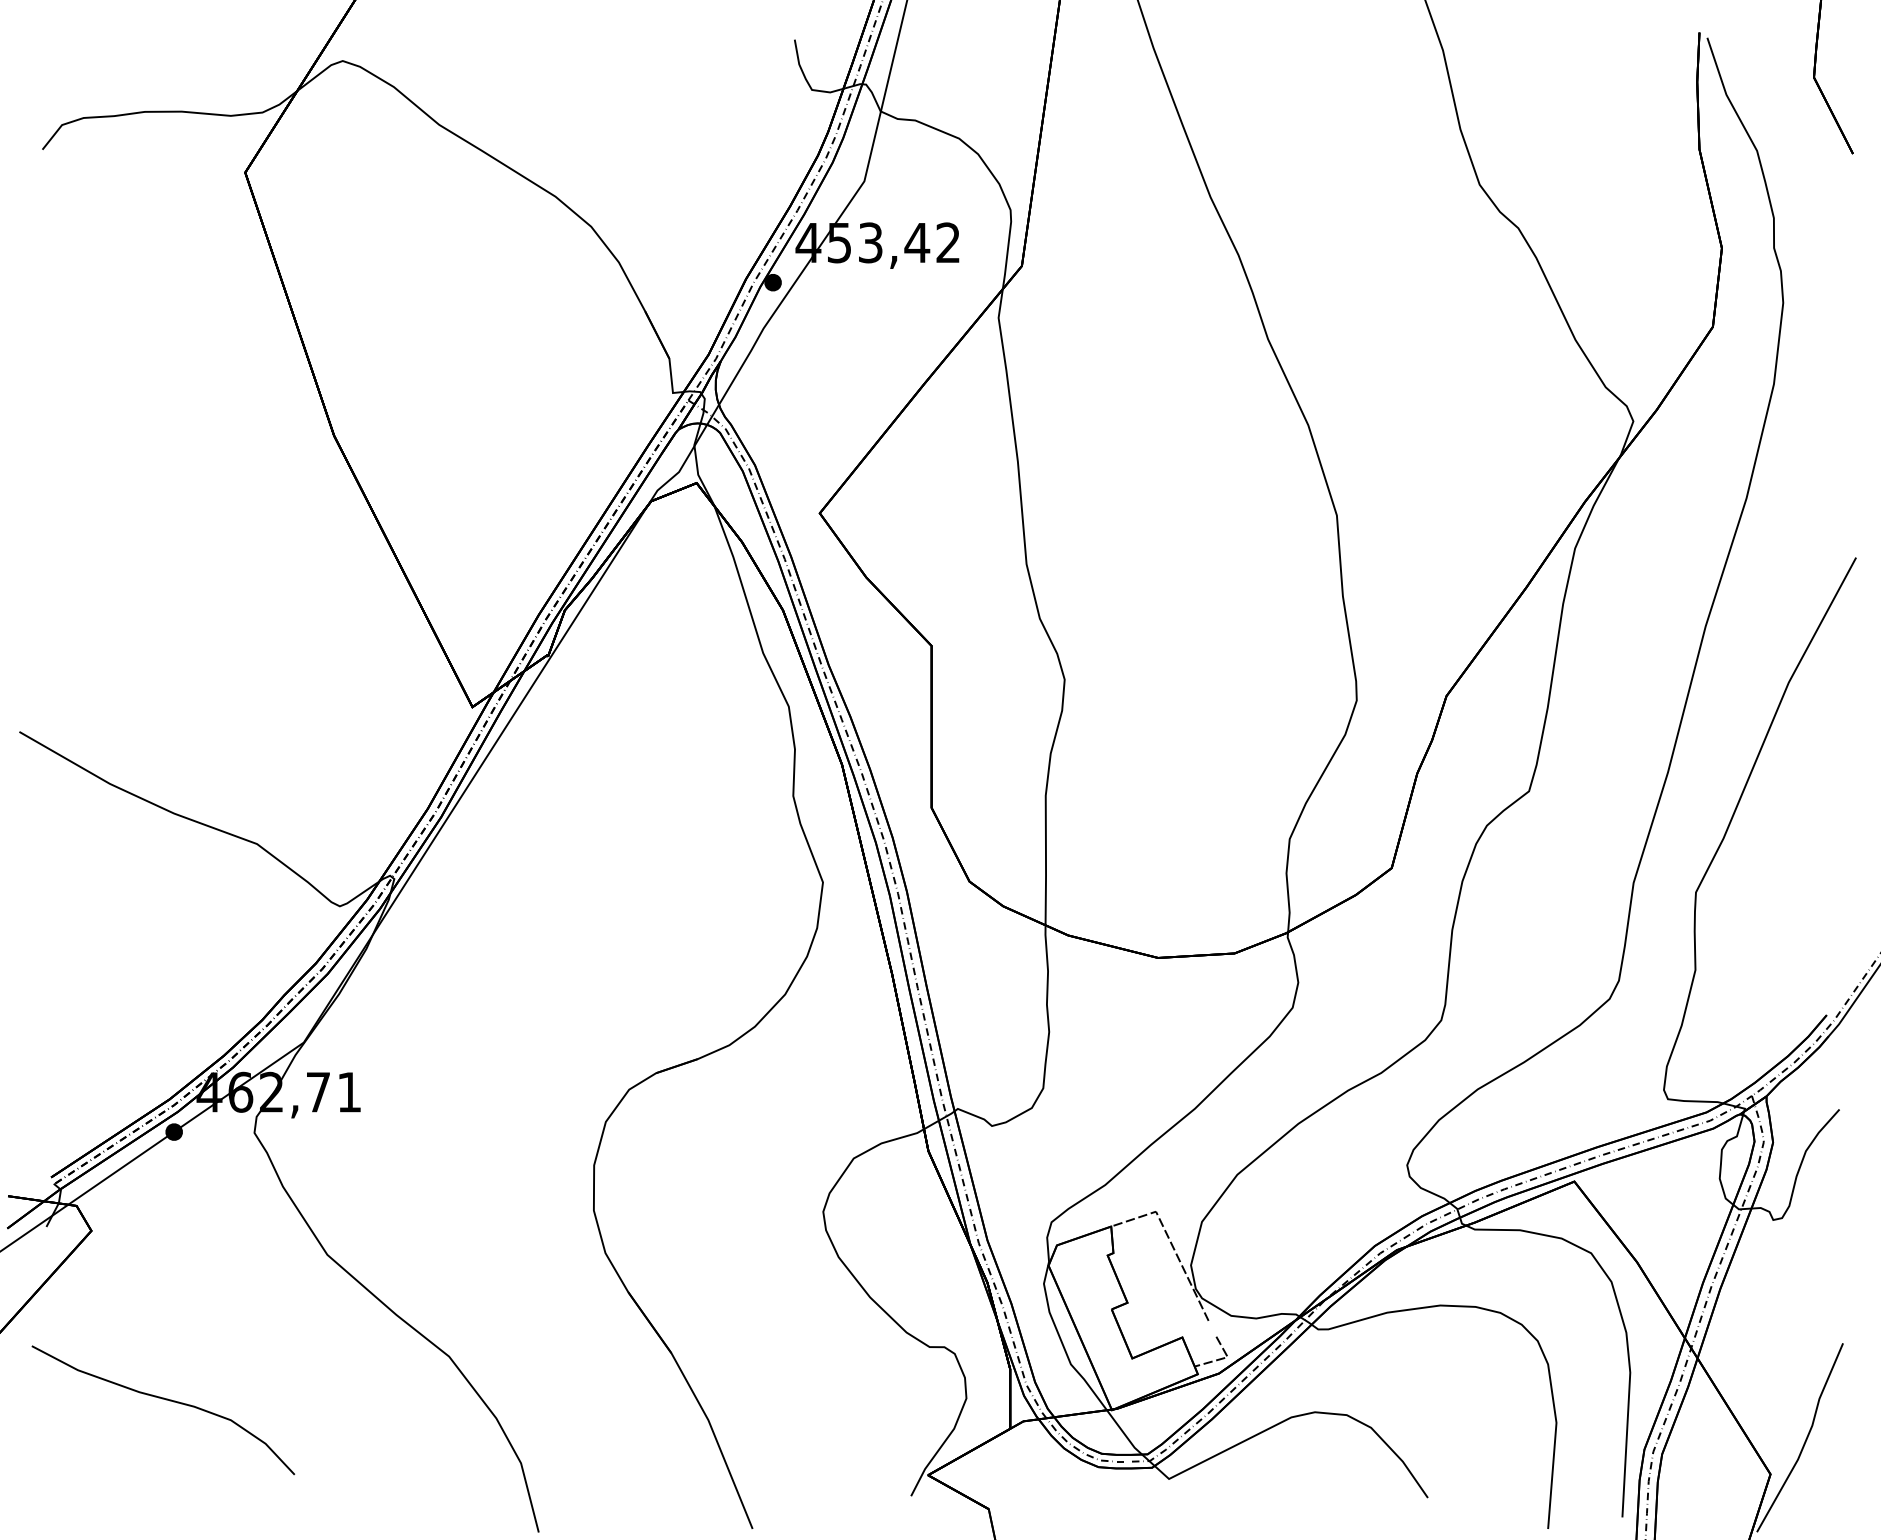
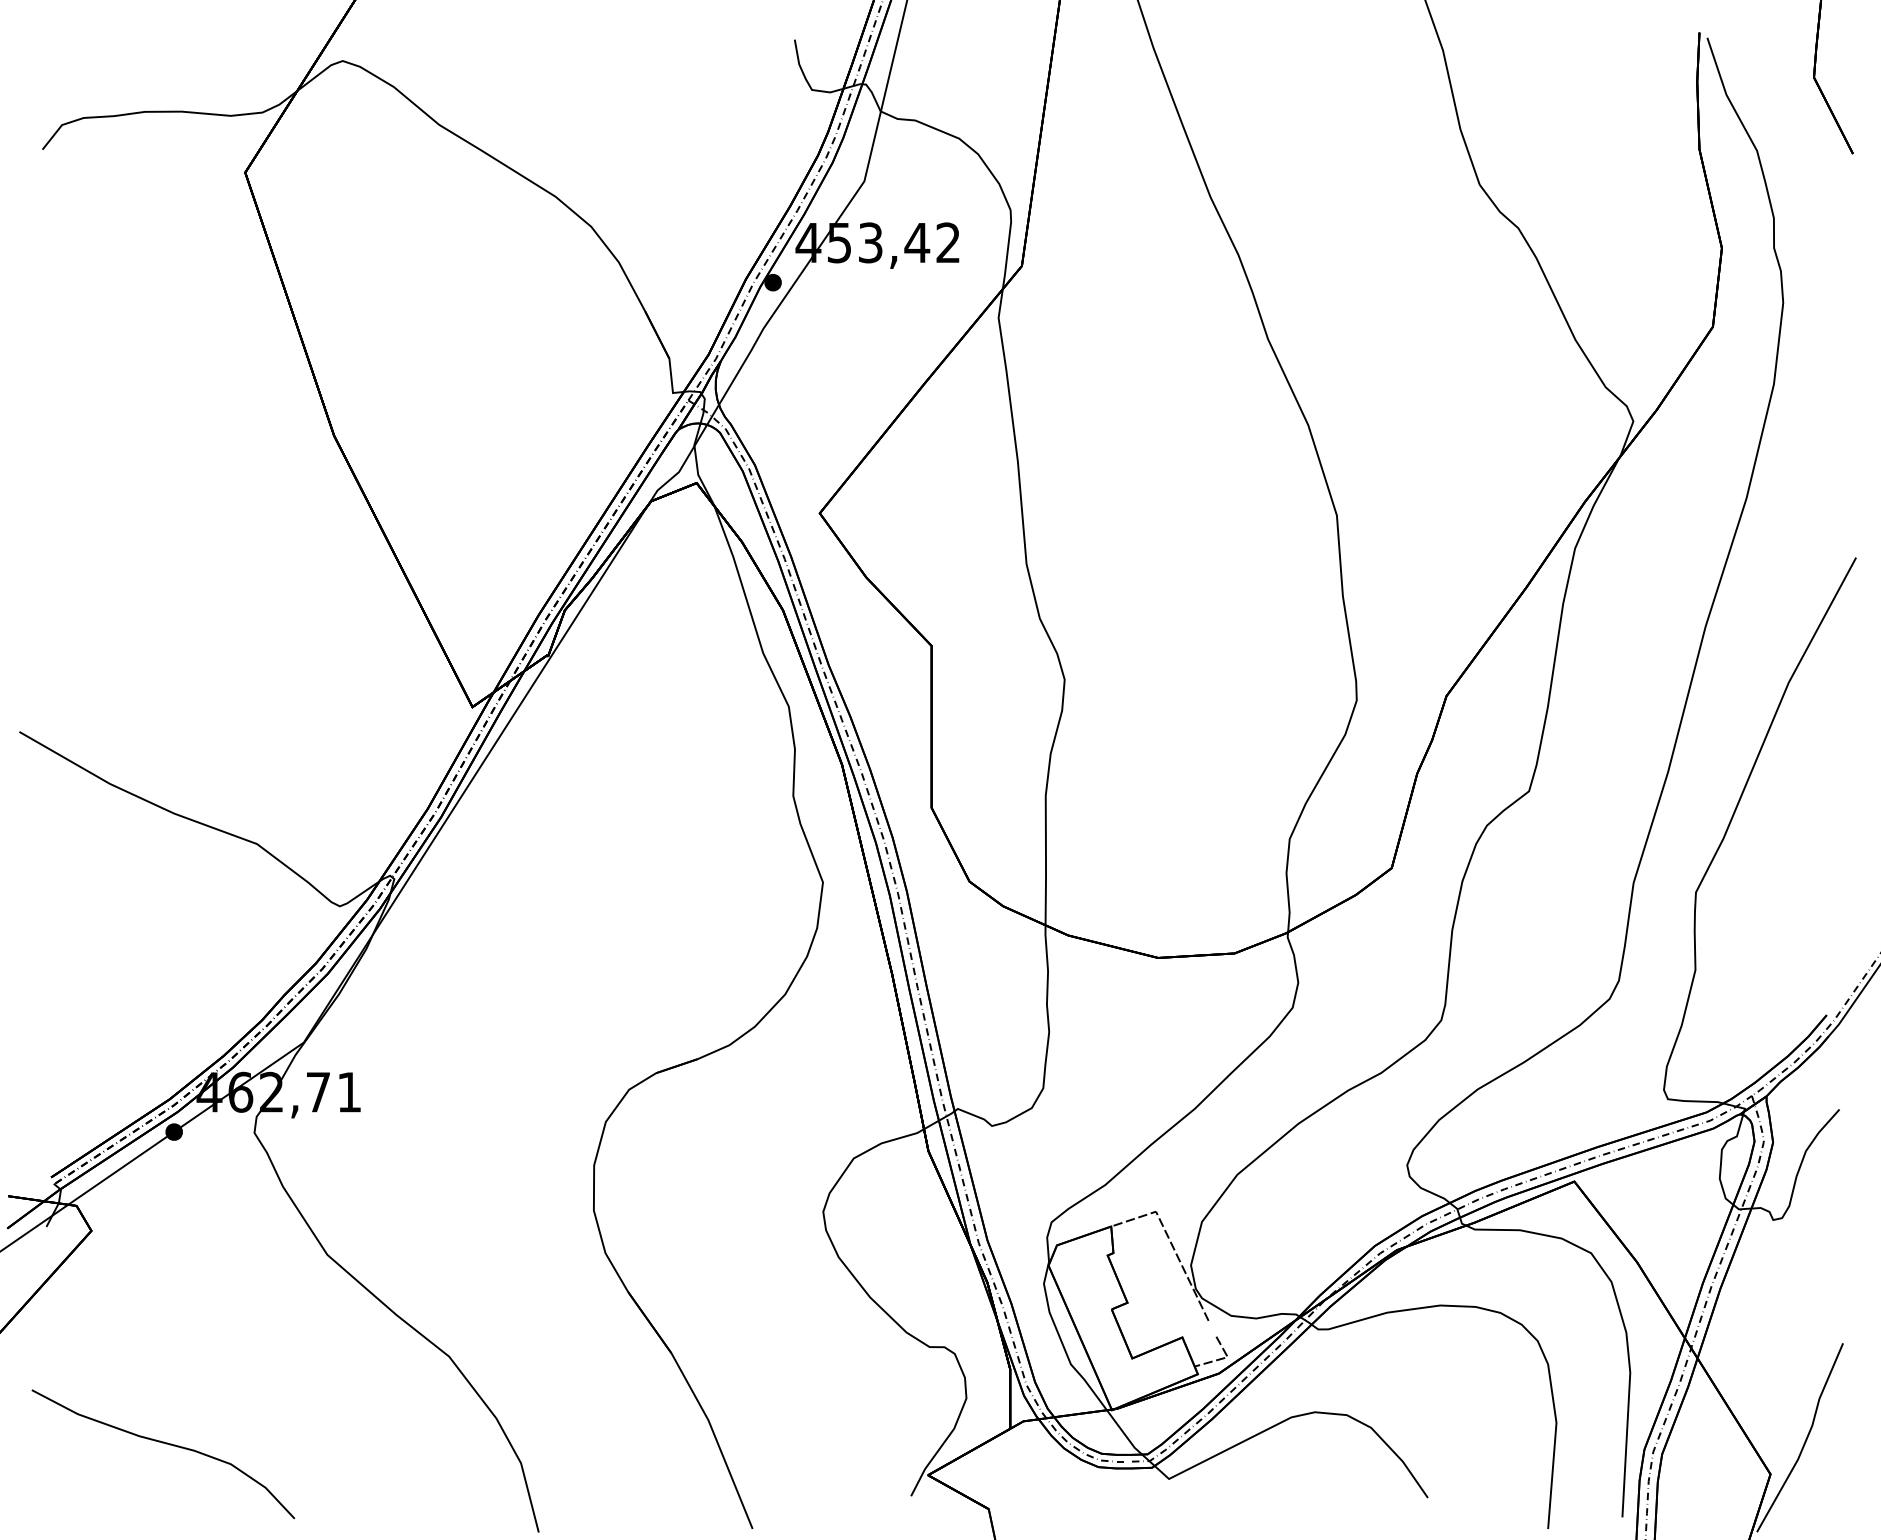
curve at (166, 1400) position: (166, 1400) -> (166, 1444)
